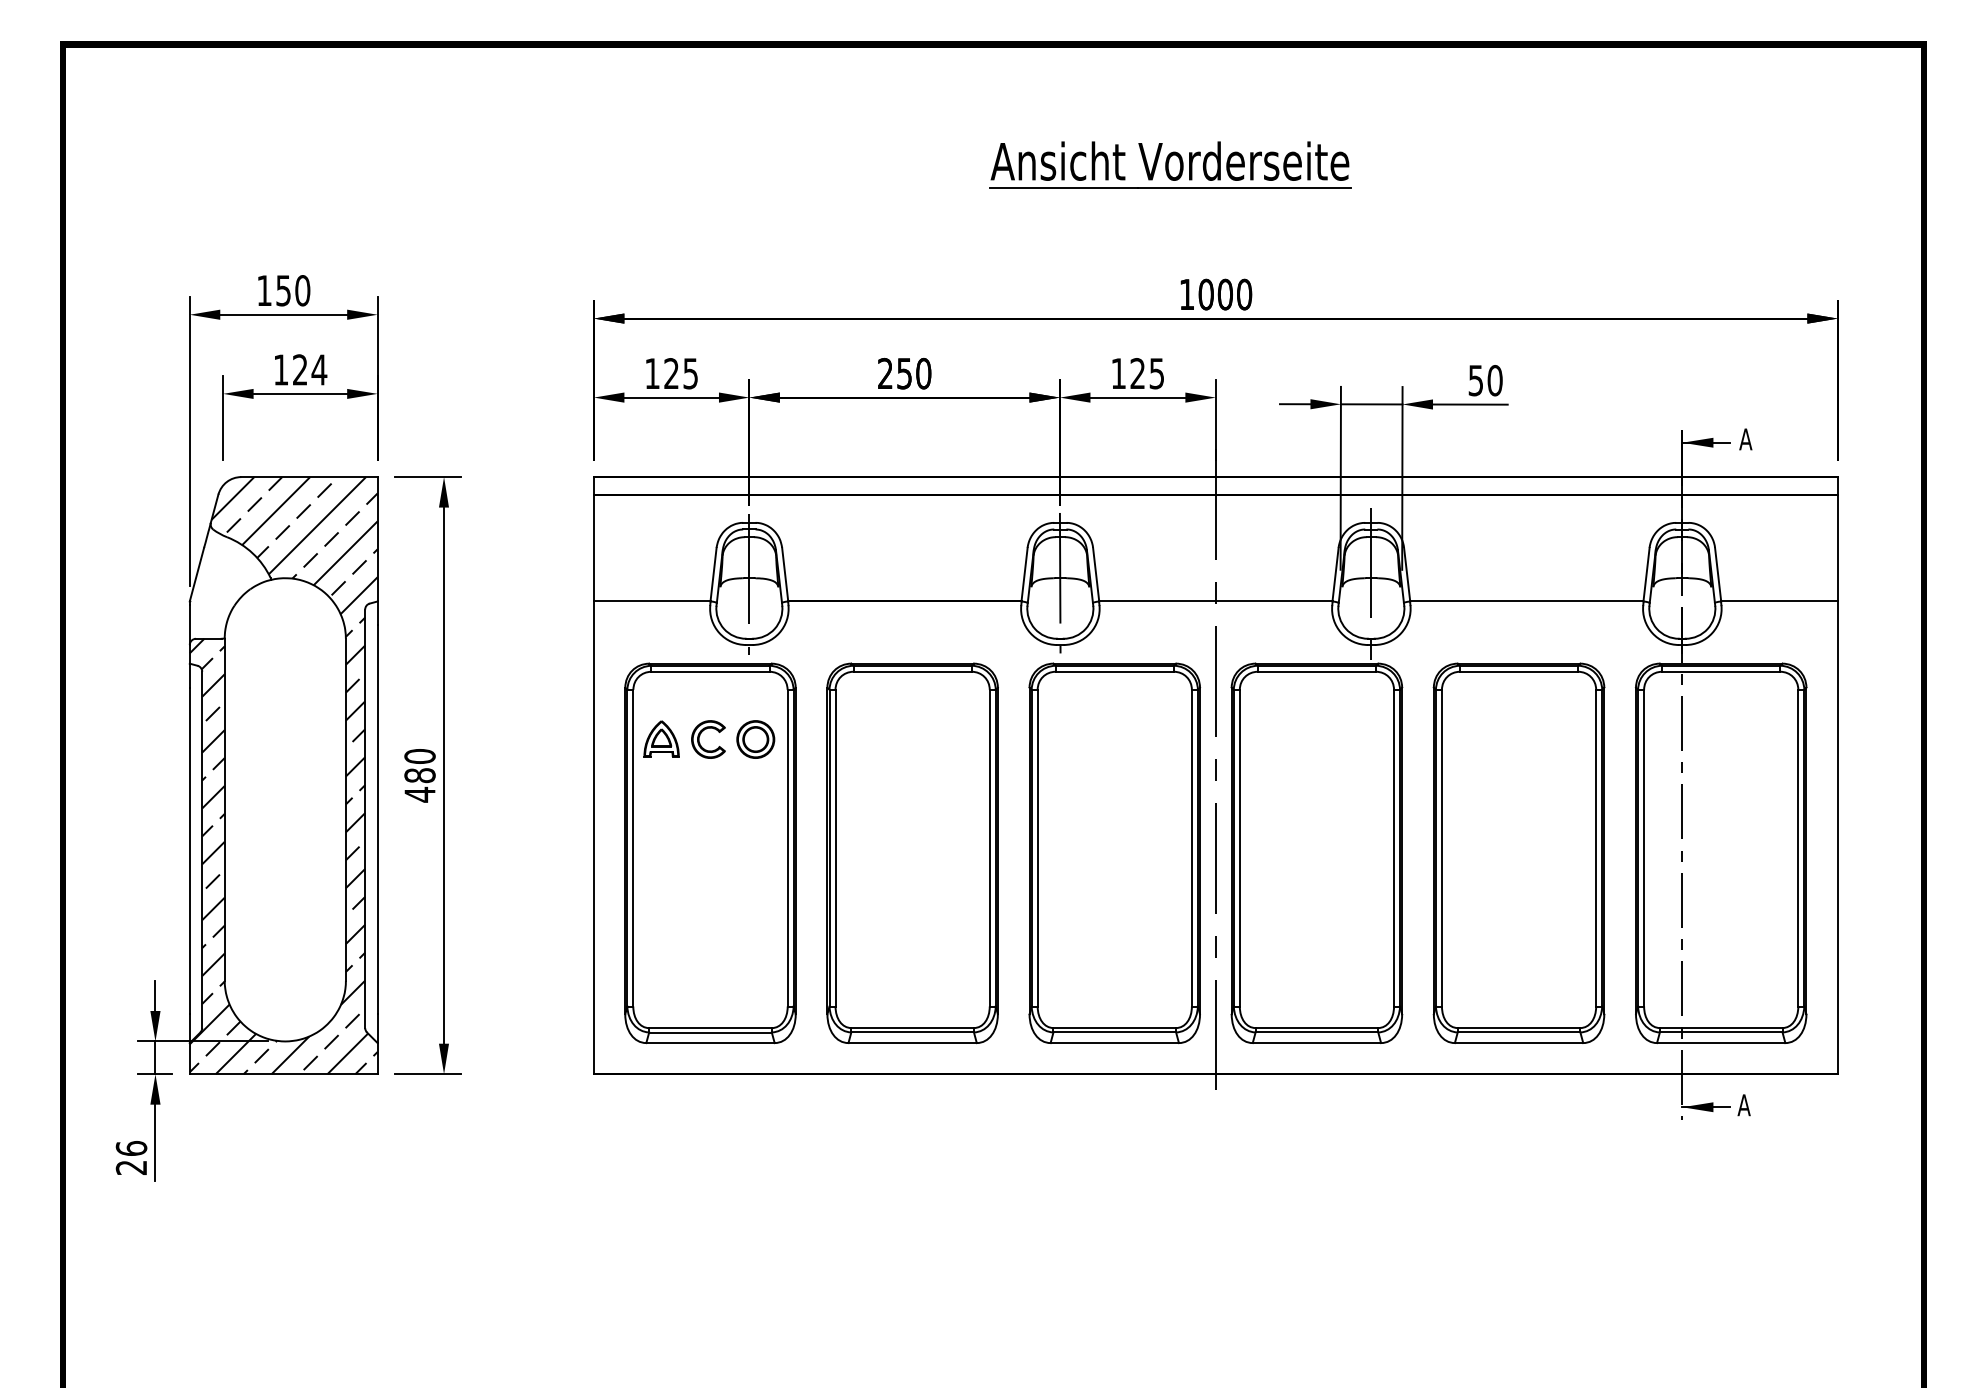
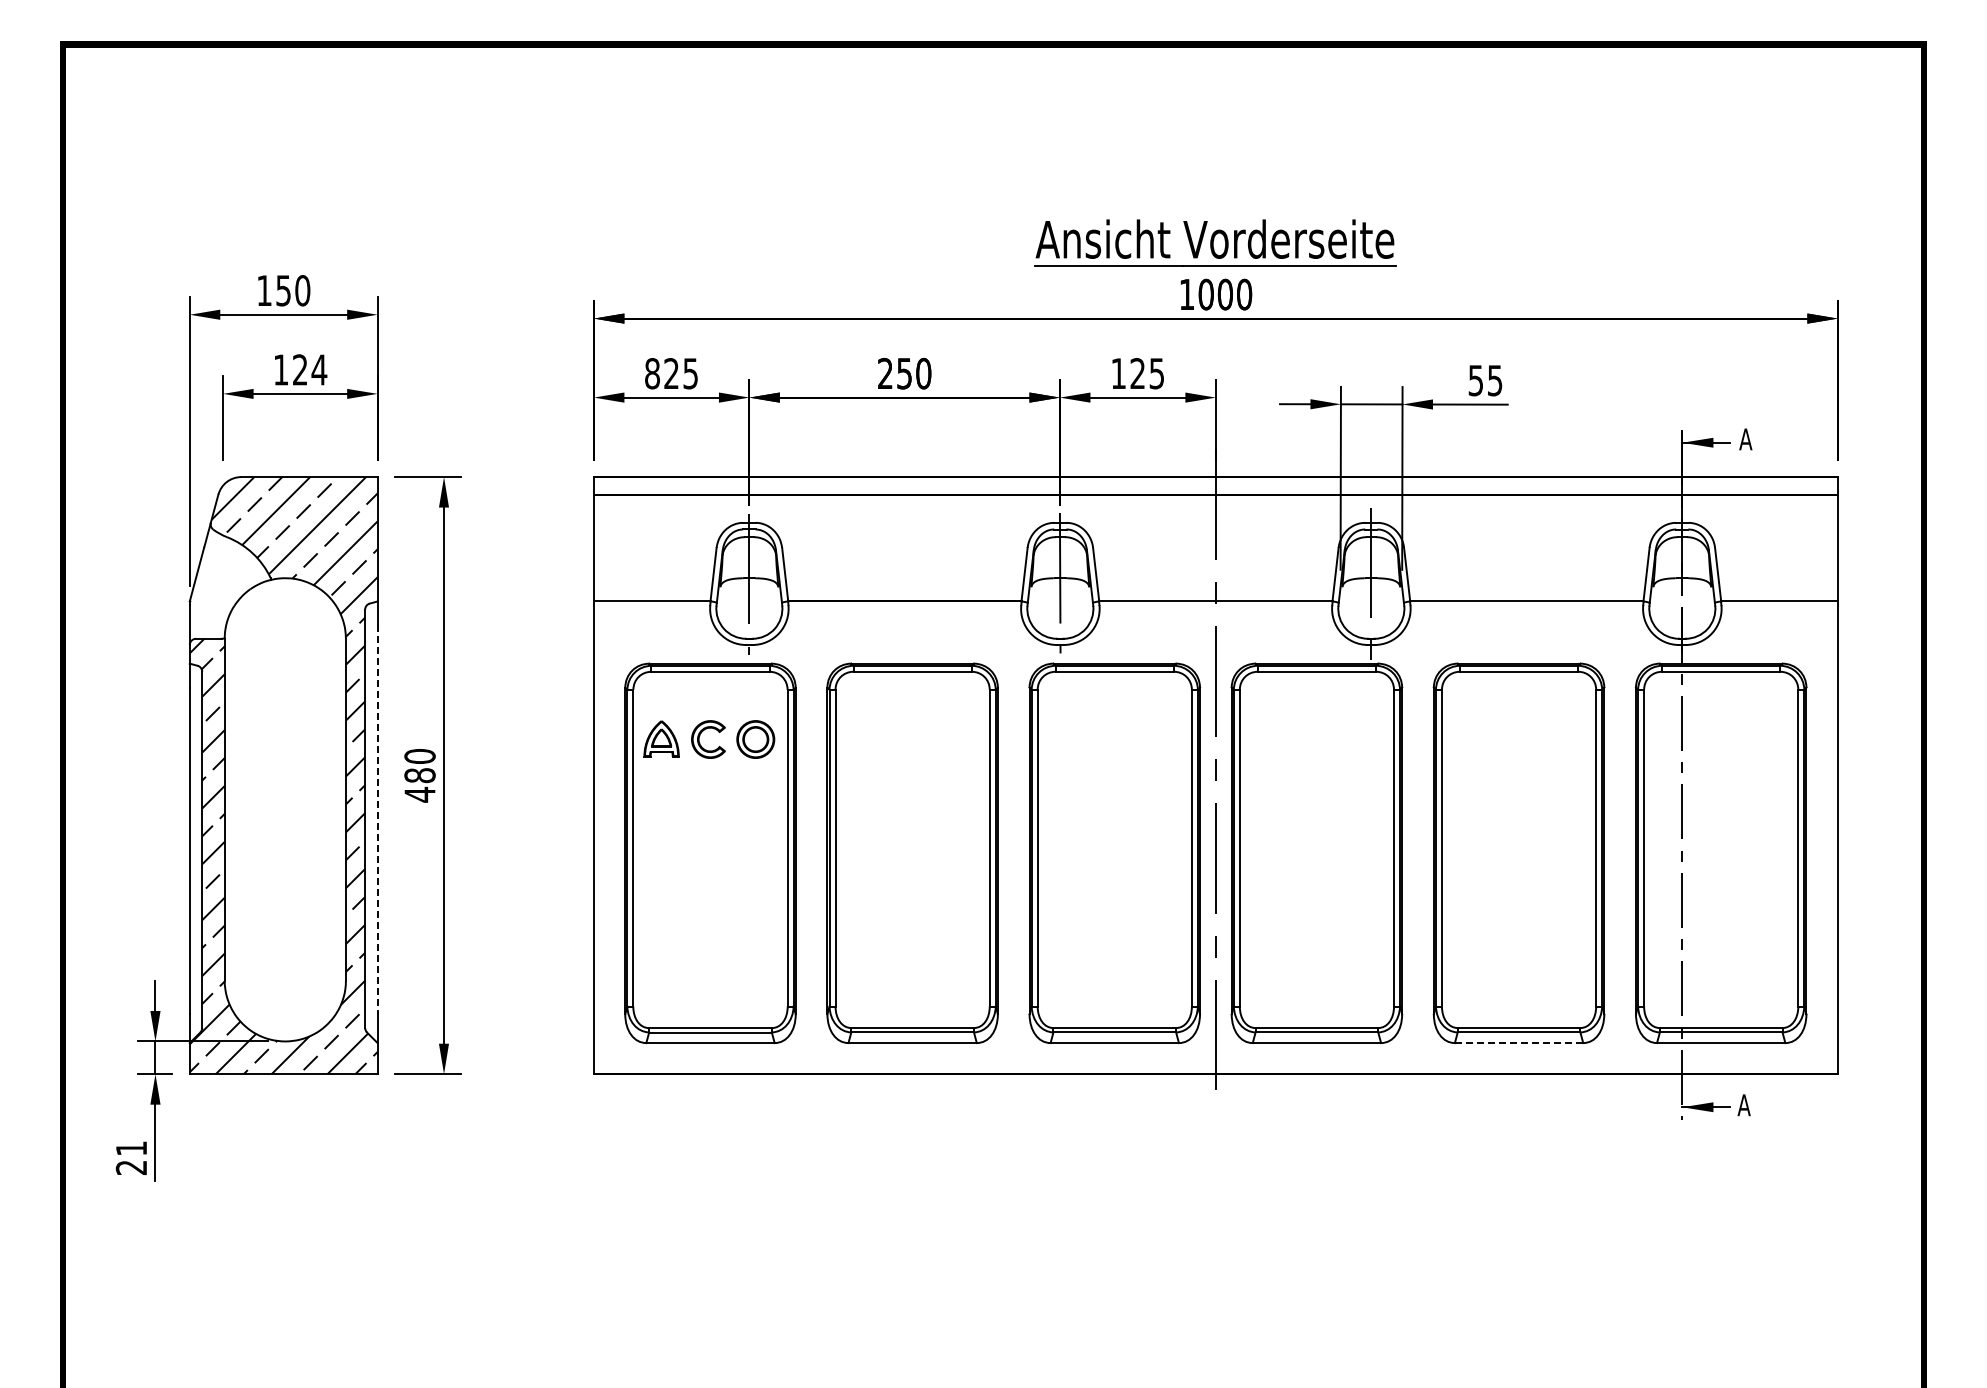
part at (1170, 164) position: (1170, 164) -> (1215, 242)
text at (652, 373): 125 -> 825
text at (1494, 380): 50 -> 55
line at (377, 820): solid -> dashed
line at (1519, 1043): solid -> dashed
text at (131, 1148): 26 -> 21
